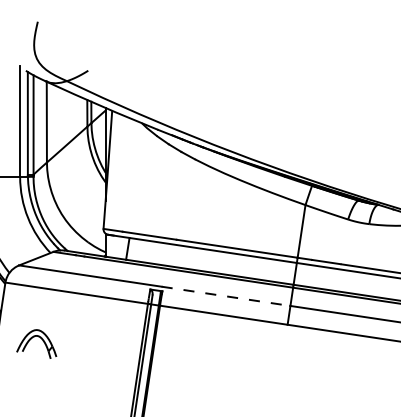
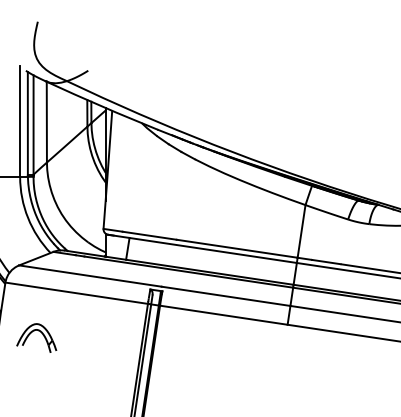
line at (226, 296): dashed -> solid
part at (34, 337) position: (34, 337) -> (34, 331)
